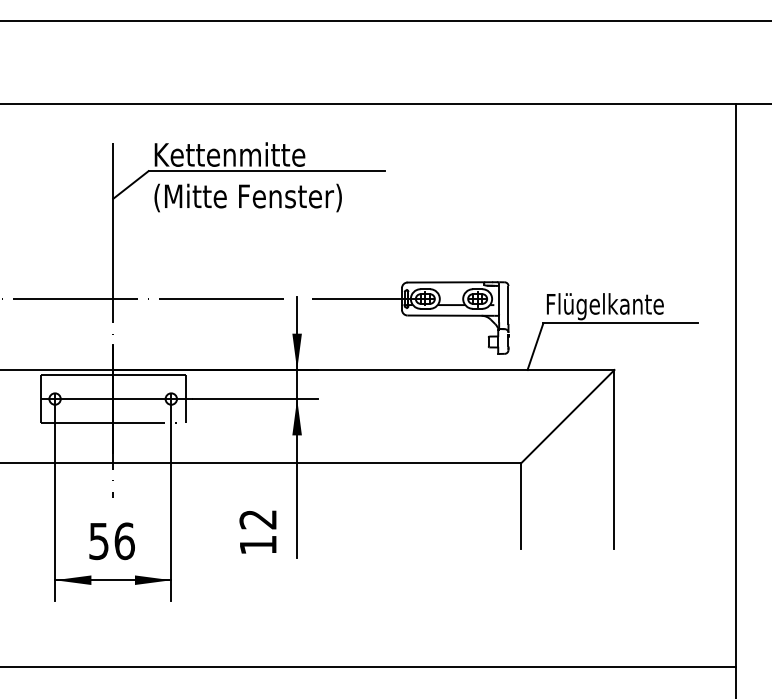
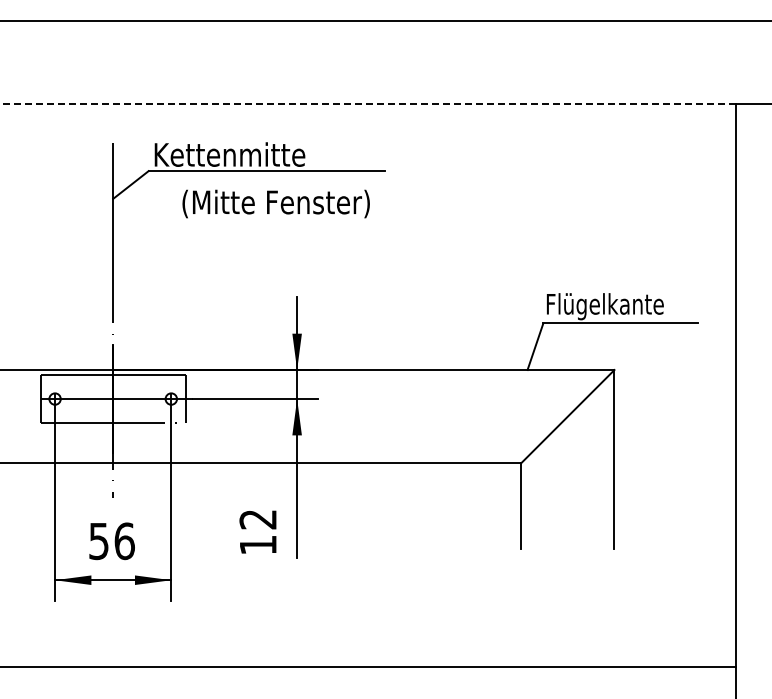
line at (368, 104): solid -> dashed
text at (247, 197) position: (247, 197) -> (275, 203)
line at (142, 299): present -> none
part at (410, 317): present -> none
